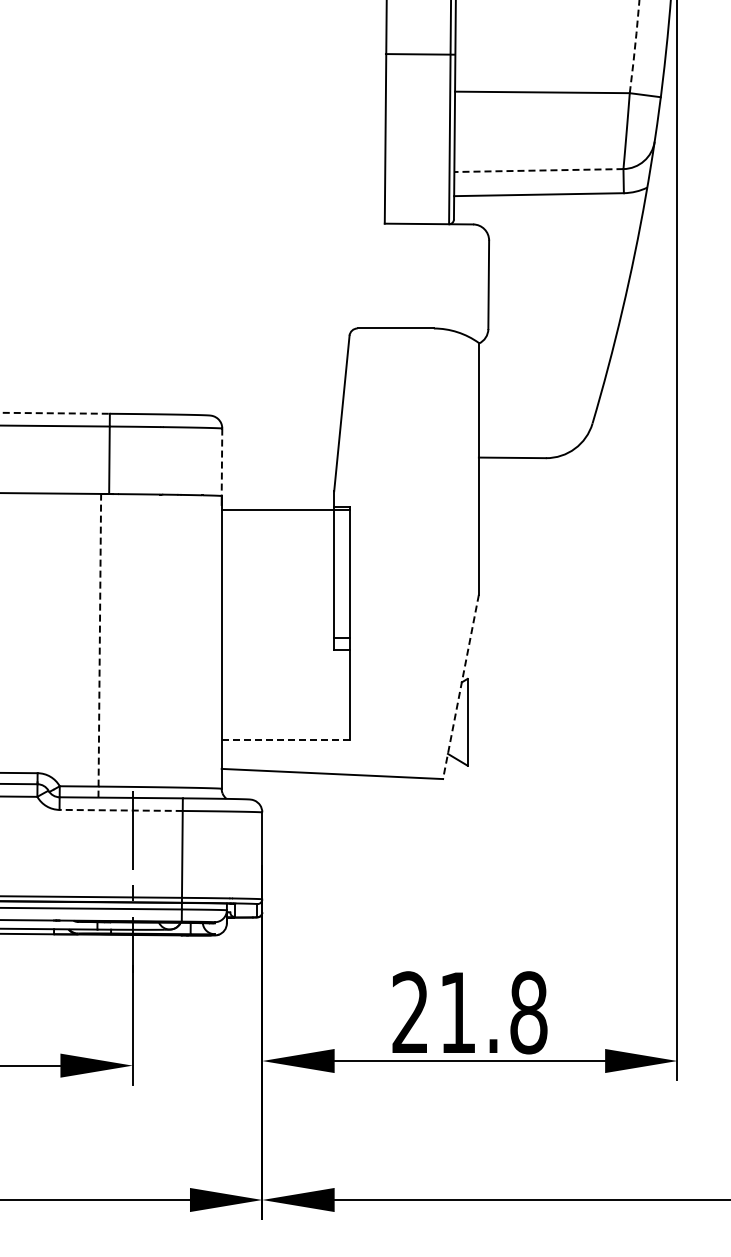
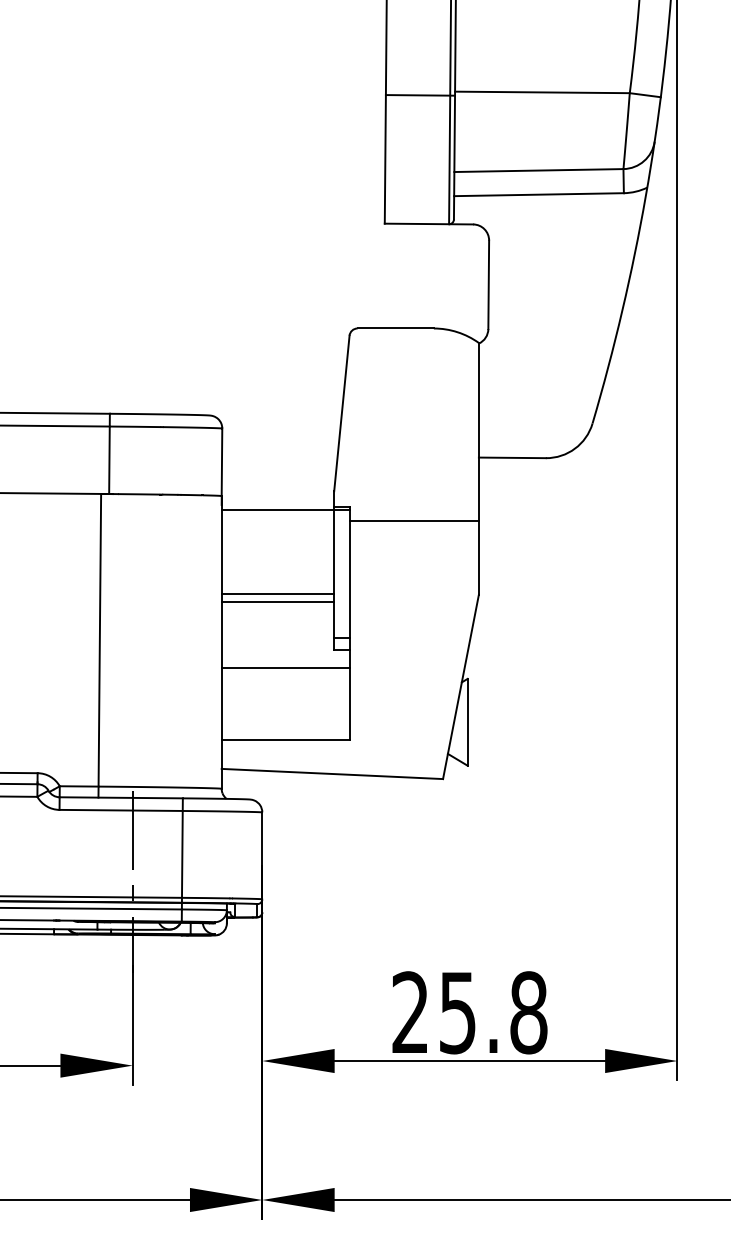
arc at (635, 45): dashed -> solid
line at (420, 54) position: (420, 54) -> (420, 95)
line at (538, 170): dashed -> solid
line at (55, 413): dashed -> solid
line at (221, 462): dashed -> solid
line at (414, 521): none -> present
line at (277, 593): none -> present
line at (277, 601): none -> present
line at (99, 645): dashed -> solid
line at (285, 668): none -> present
line at (460, 686): dashed -> solid
line at (286, 739): dashed -> solid
line at (121, 810): dashed -> solid
text at (457, 1013): 21.8 -> 25.8
